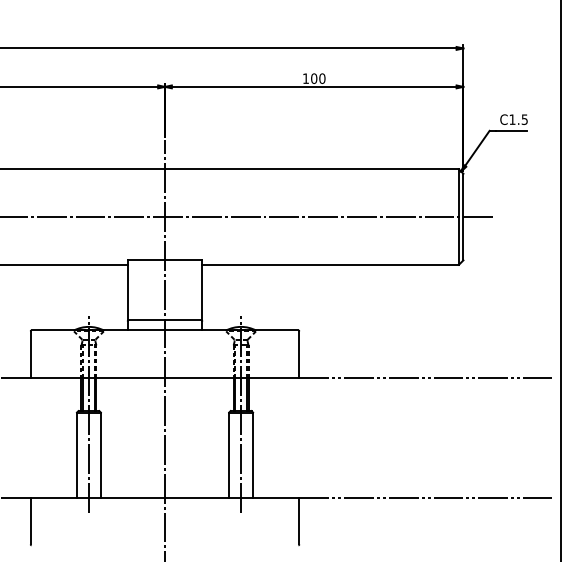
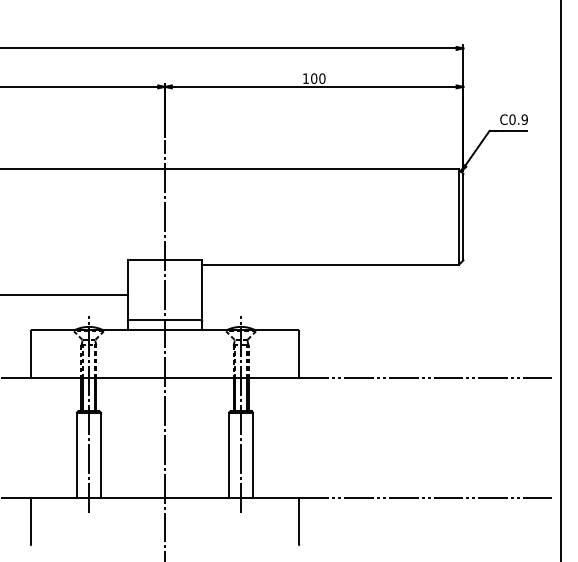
text at (518, 119): C1.5 -> C0.9
line at (247, 217): present -> none
line at (64, 264) position: (64, 264) -> (64, 294)
